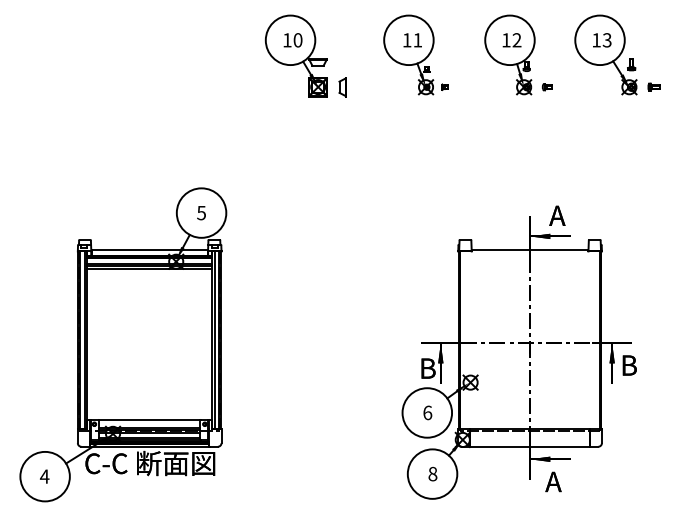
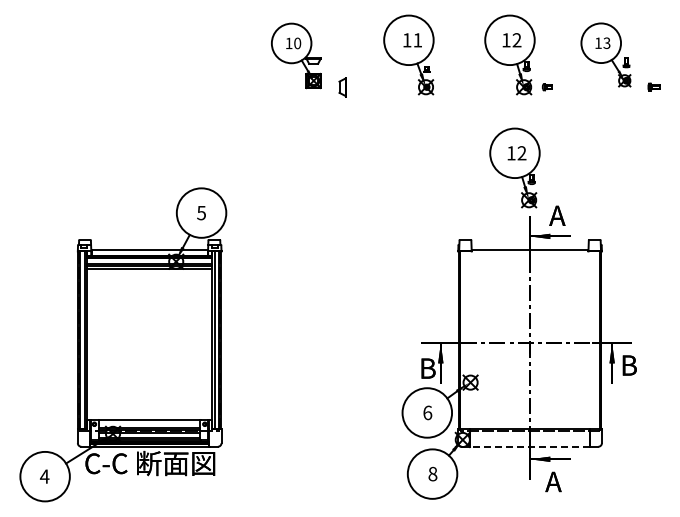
part at (605, 54) size: 64x82 px -> 52x66 px
part at (295, 55) size: 64x84 px -> 51x68 px
part at (444, 86): present -> none
part at (514, 167): none -> present
line at (530, 446): solid -> dashed
